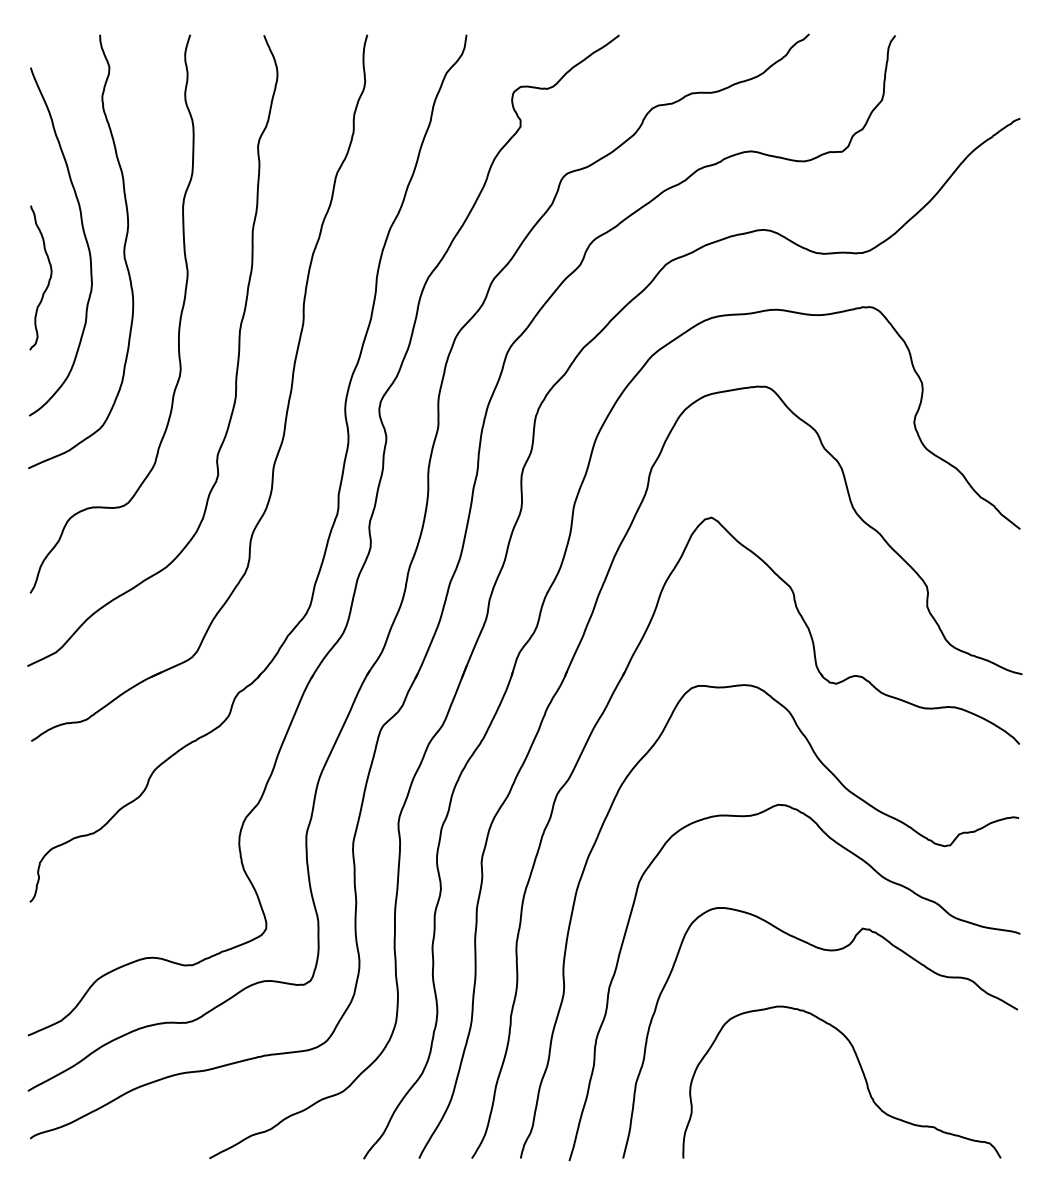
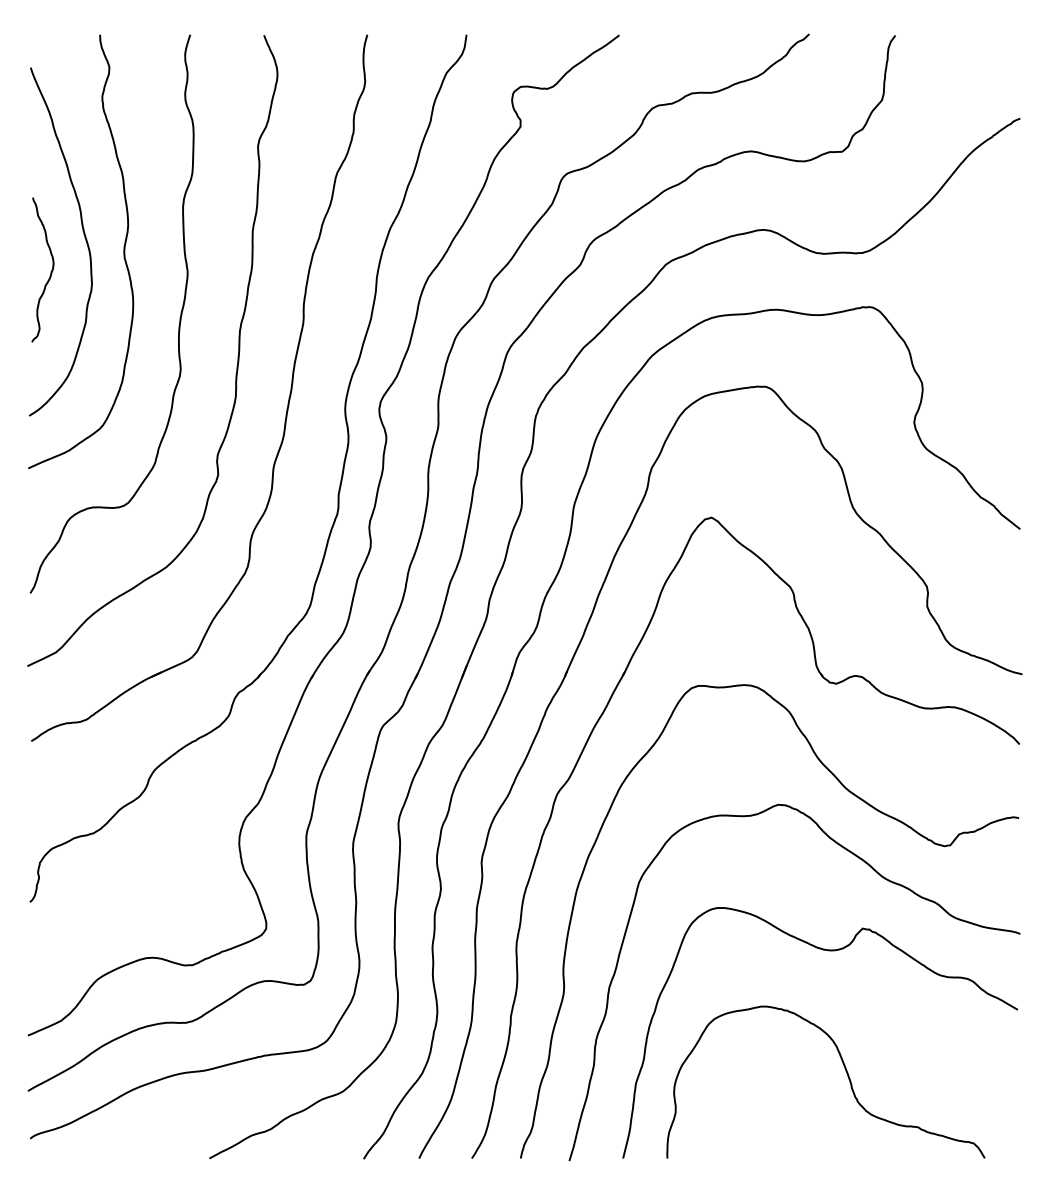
curve at (48, 279) position: (48, 279) -> (50, 271)
curve at (861, 1071) position: (861, 1071) -> (845, 1071)
